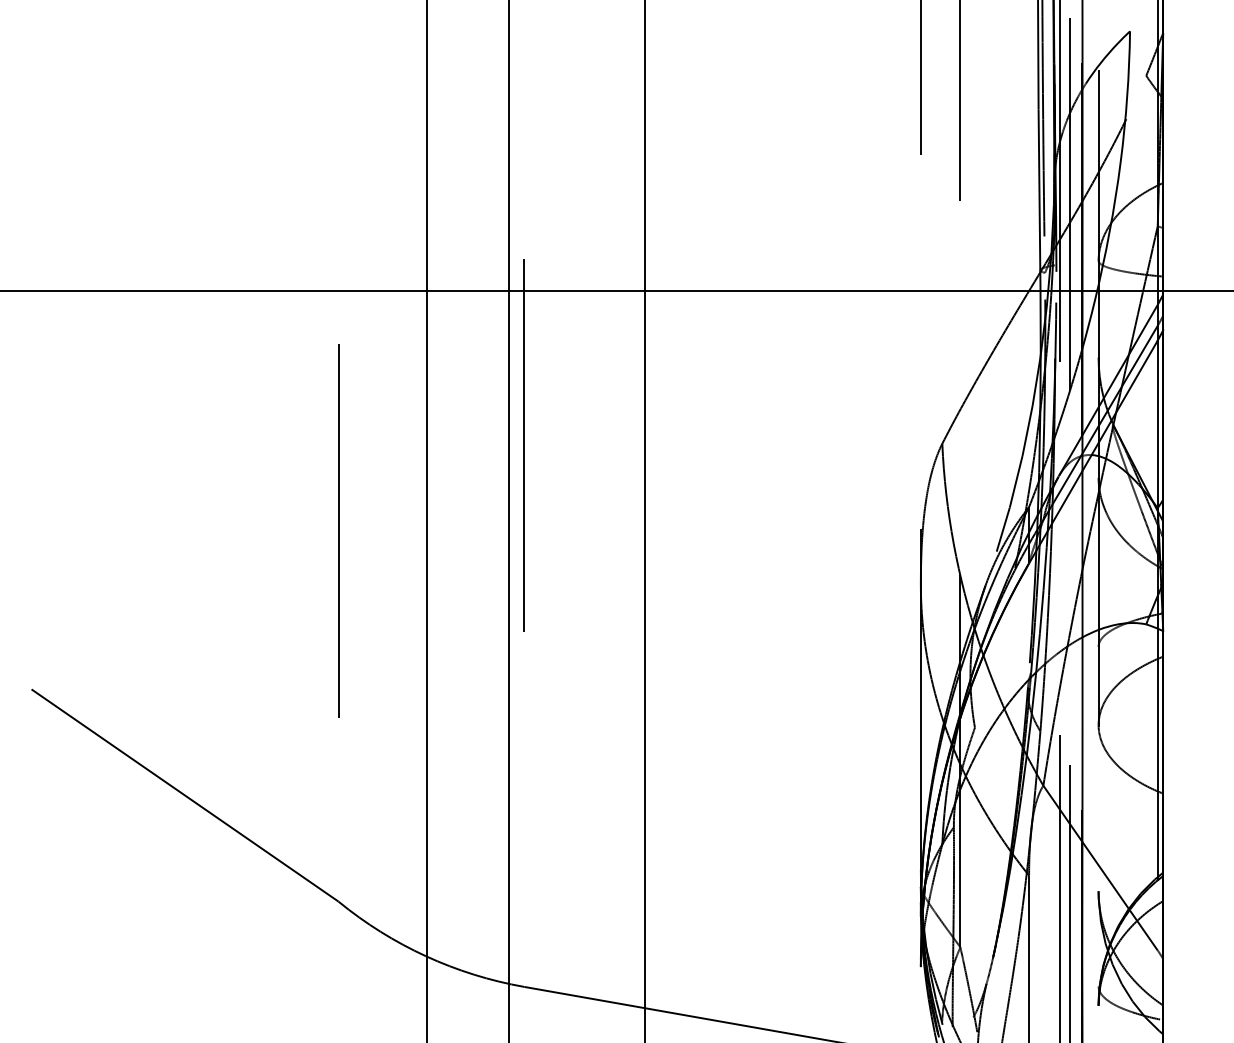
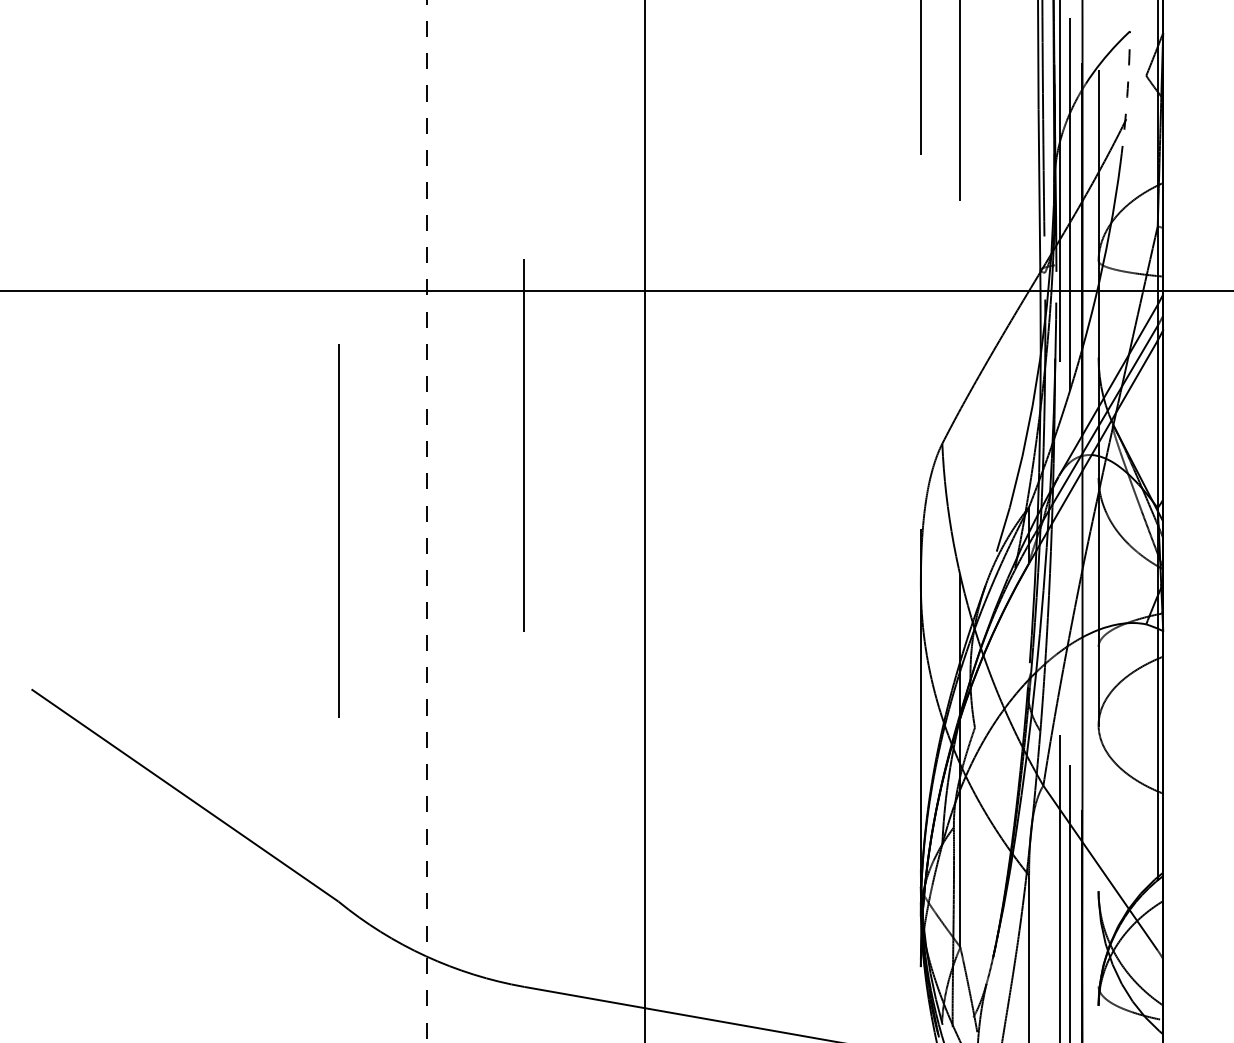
arc at (1127, 96): solid -> dashed
line at (508, 520): present -> none
line at (426, 521): solid -> dashed
